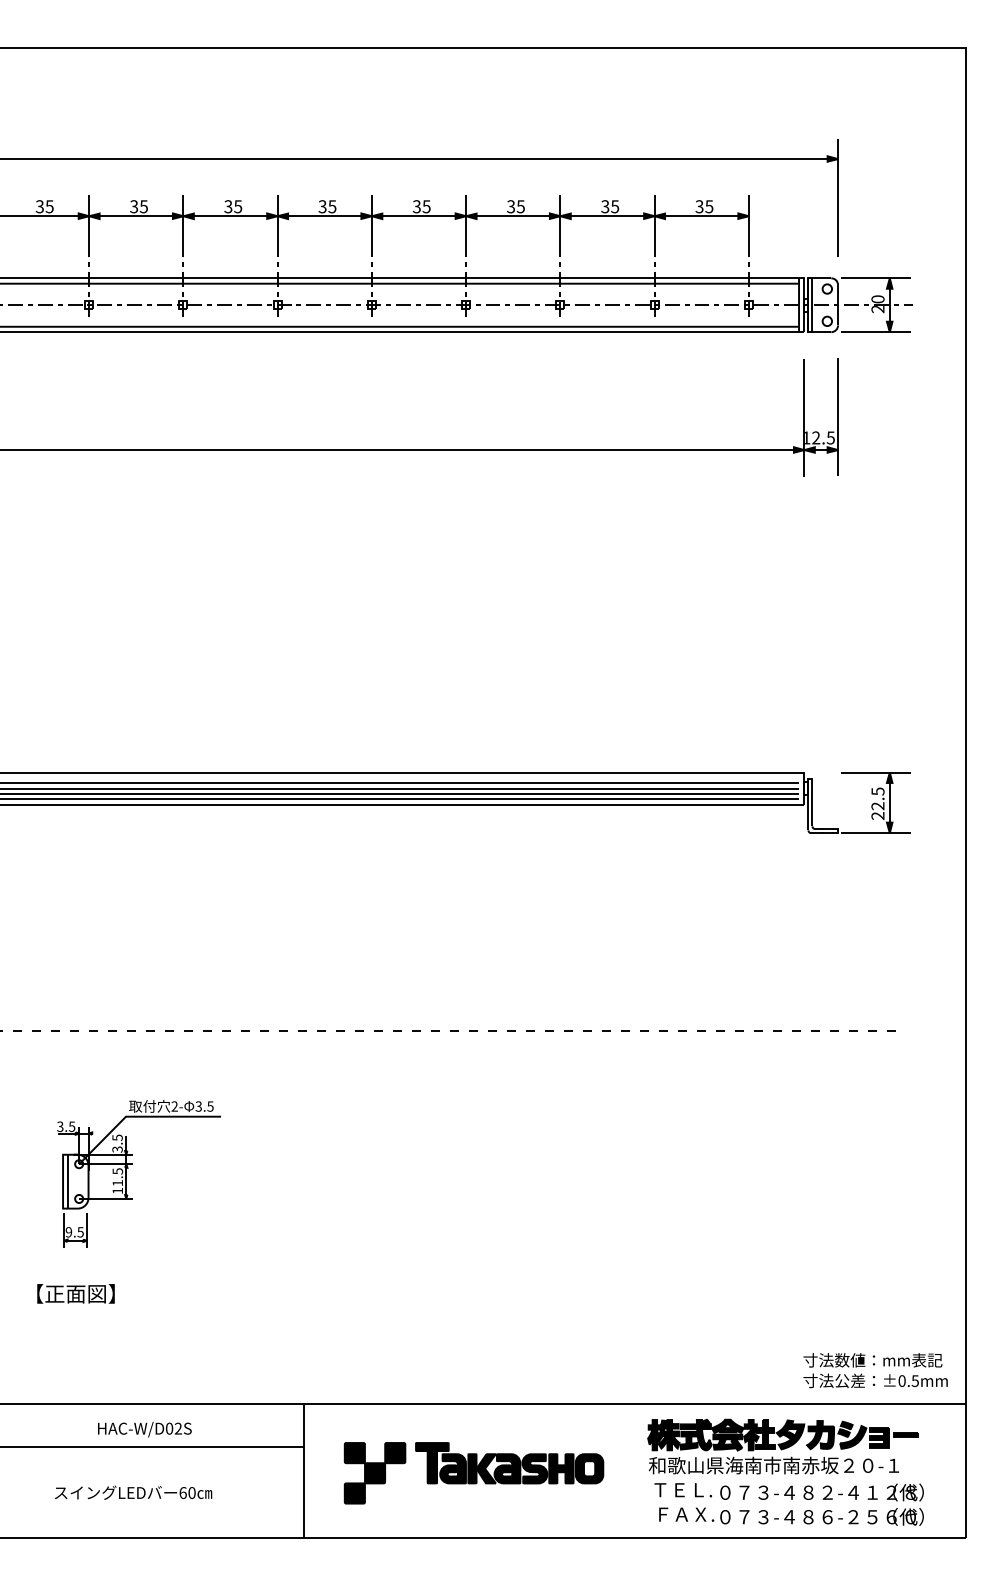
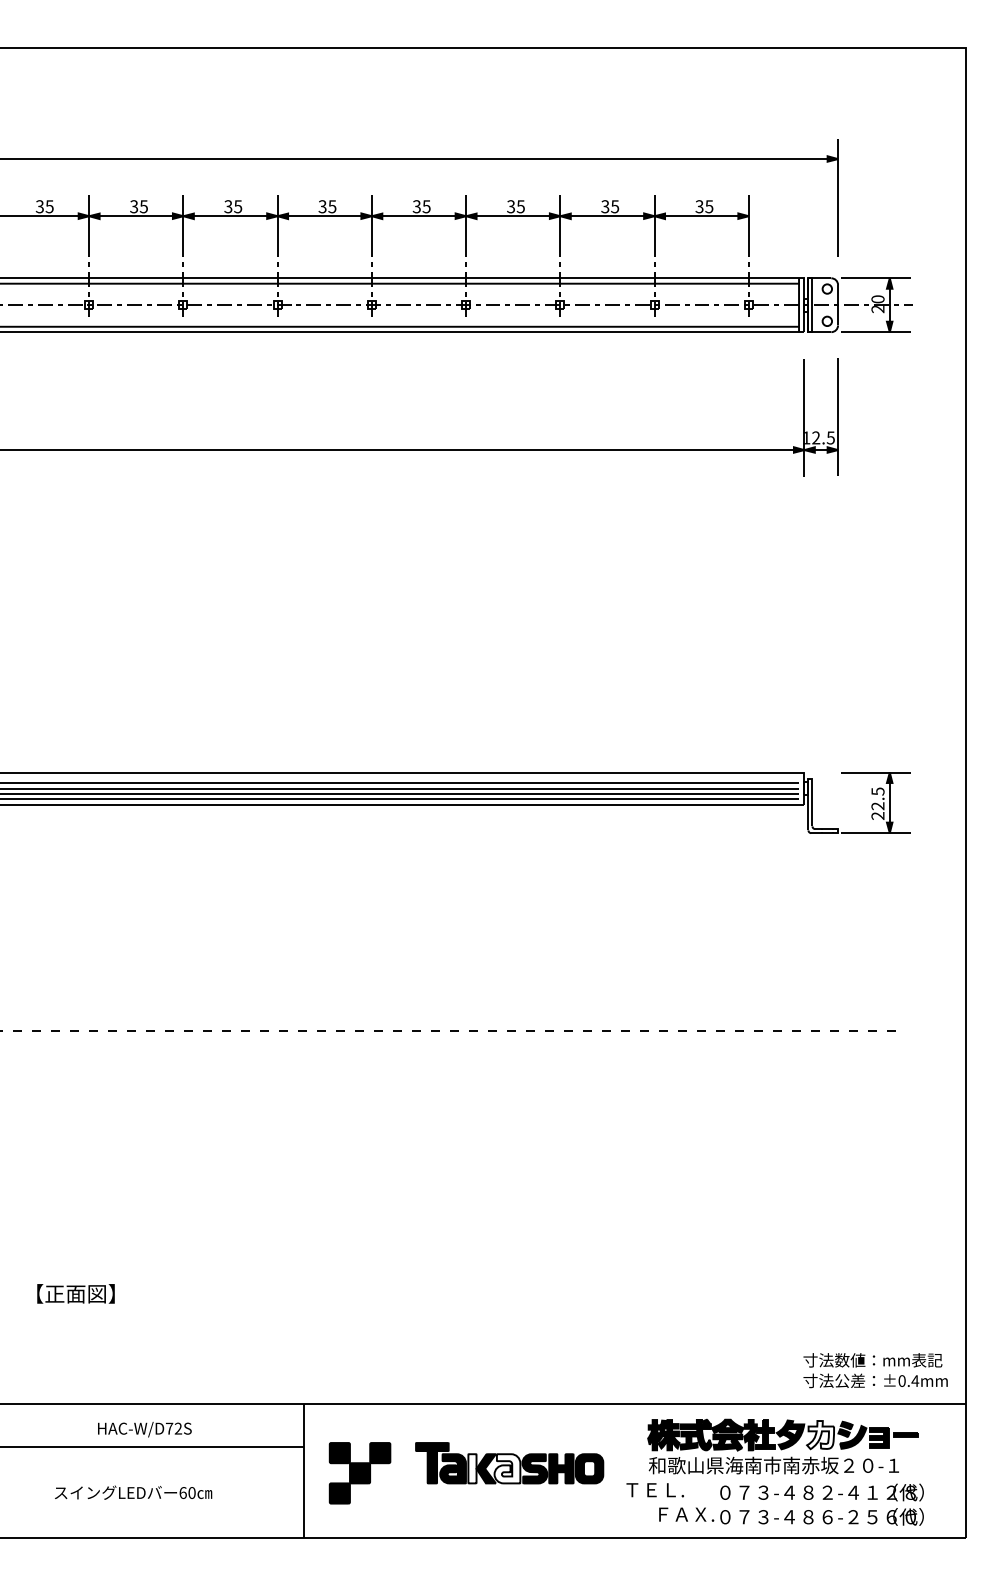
part at (132, 1164): present -> none
text at (915, 1380): ±0.5mm -> ±0.4mm
text at (169, 1428): HAC-W/D02S -> HAC-W/D72S
fill at (820, 1434): present -> none
fill at (472, 1468): present -> none
fill at (507, 1468): present -> none
part at (374, 1473) position: (374, 1473) -> (359, 1473)
text at (682, 1490) position: (682, 1490) -> (654, 1490)
